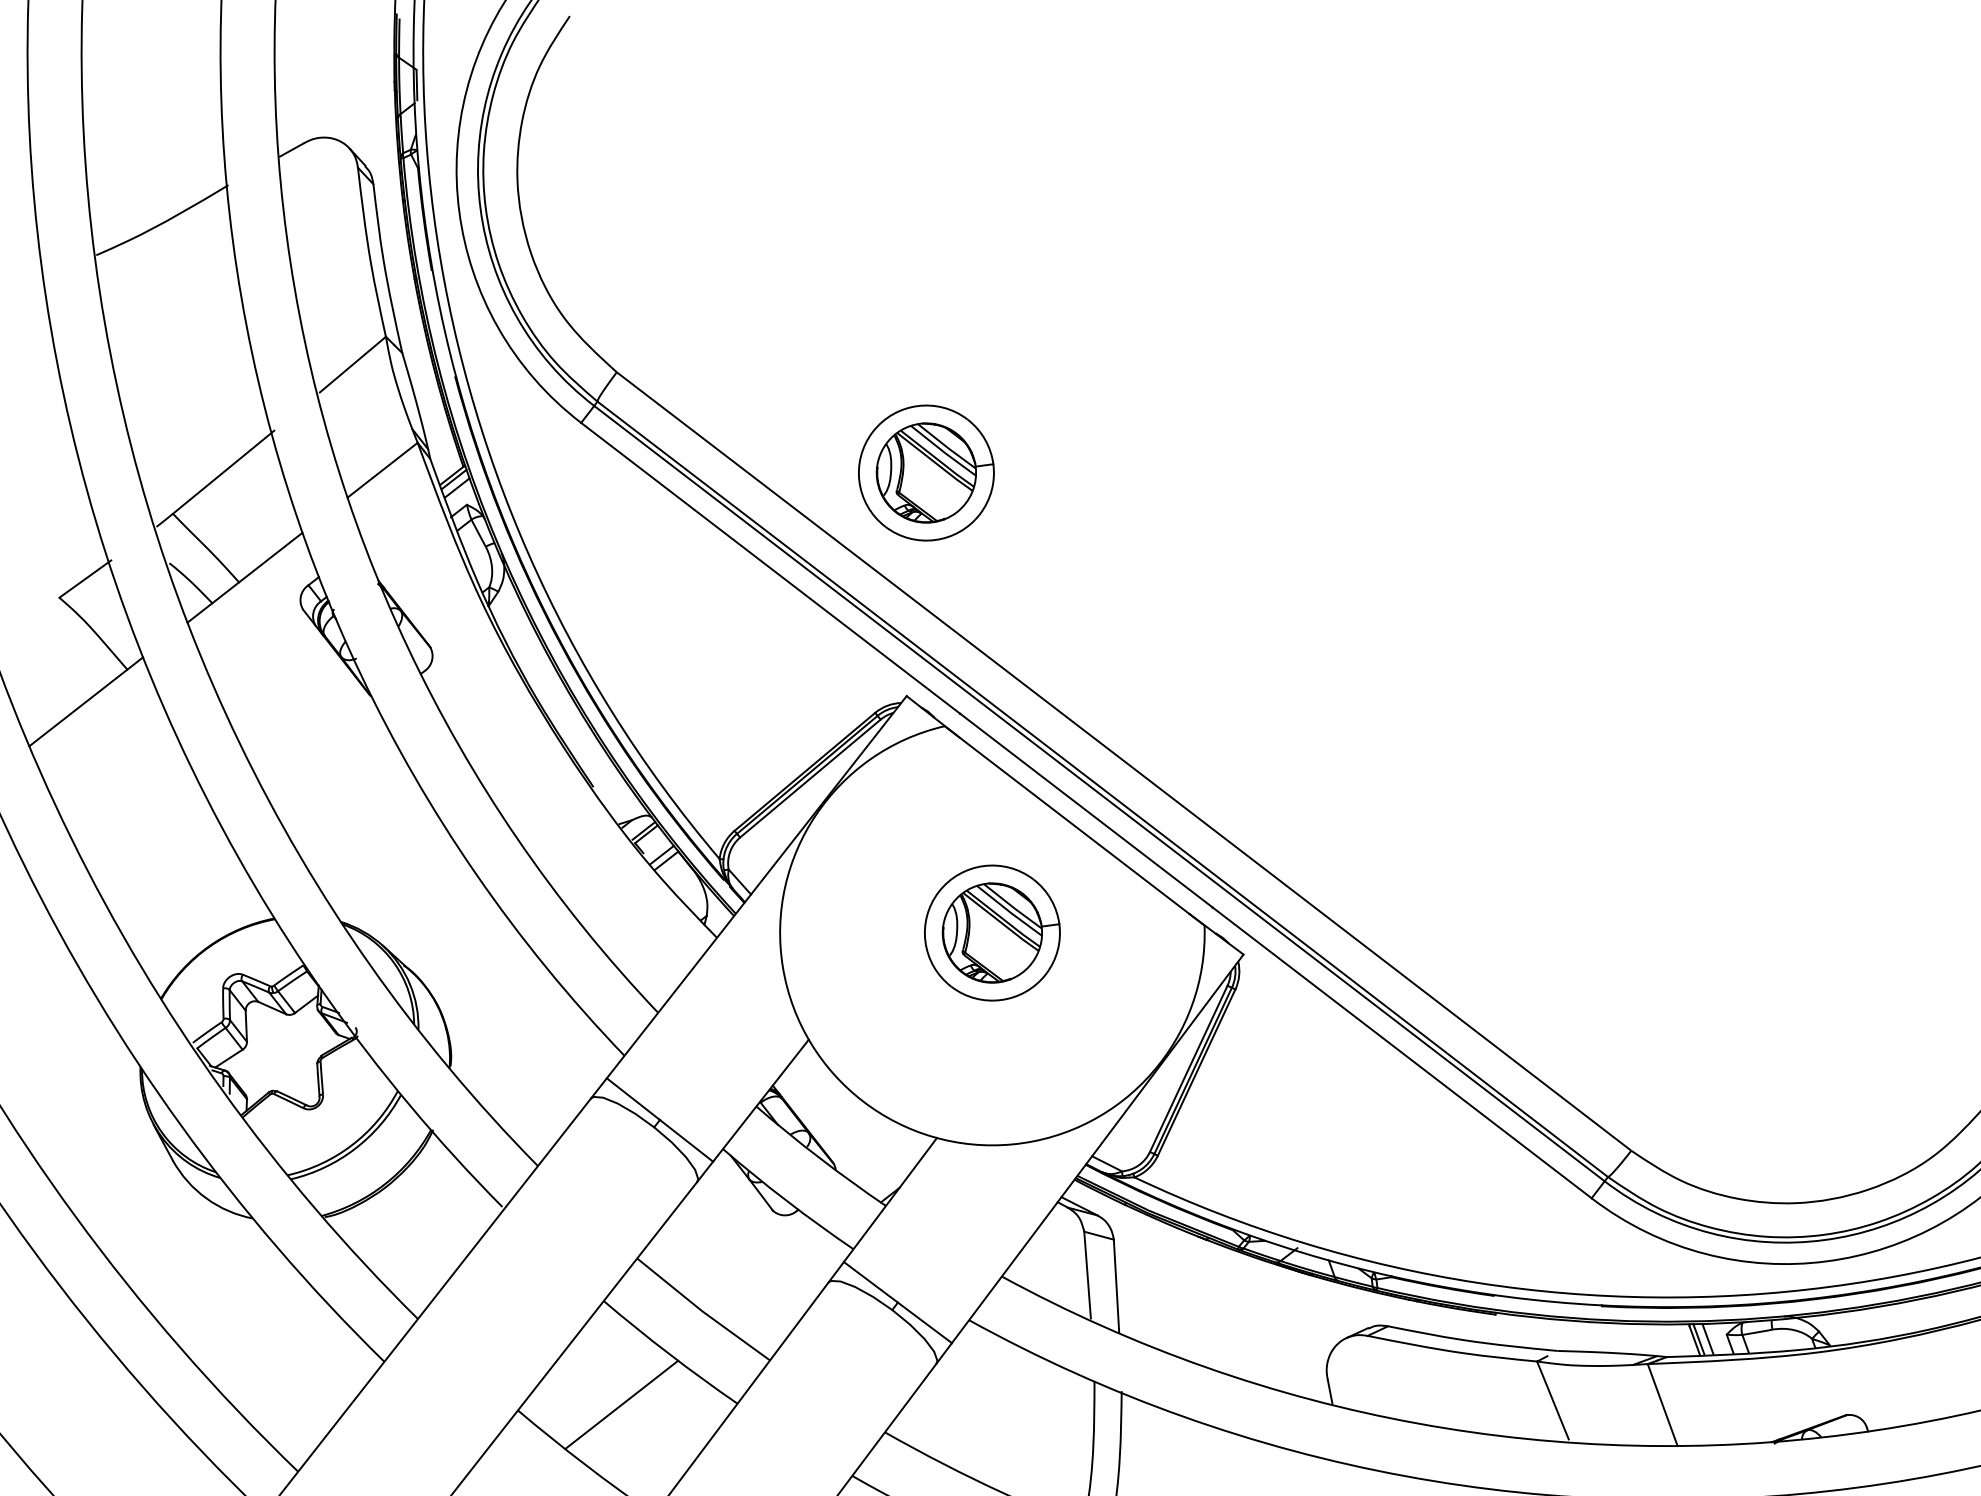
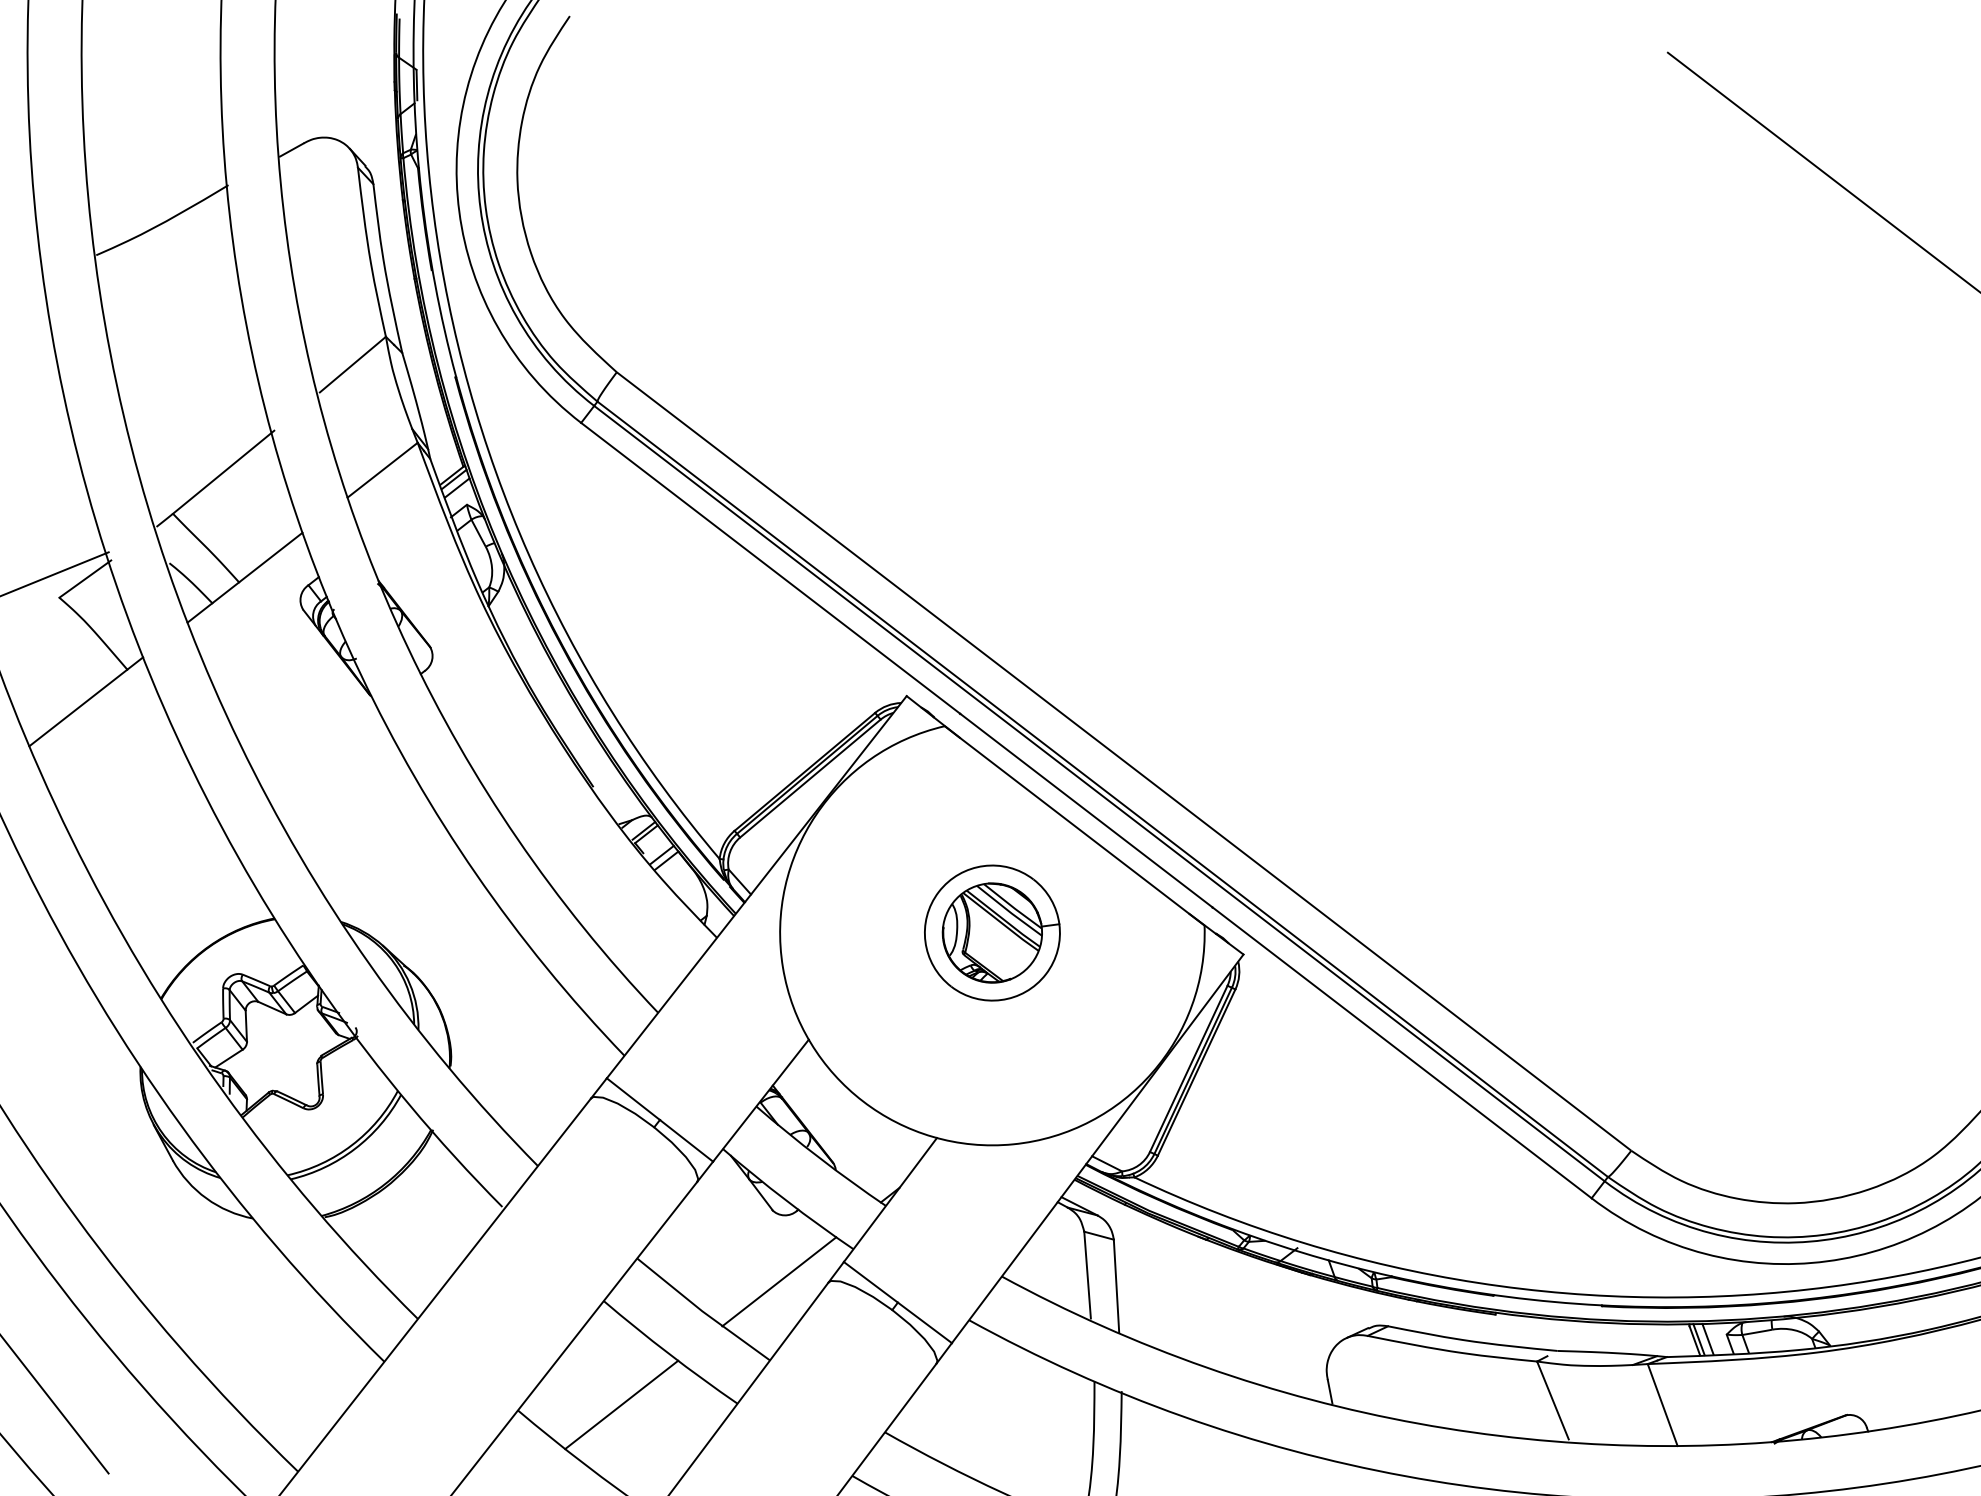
line at (1822, 171): none -> present
part at (926, 472): present -> none
line at (55, 573): none -> present
line at (779, 1281): none -> present
line at (55, 1405): none -> present
